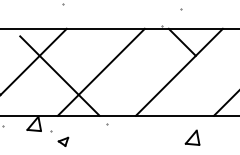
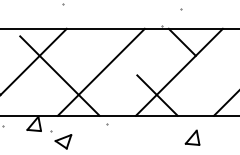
line at (157, 95): none -> present
part at (63, 141) size: 13x11 px -> 19x16 px
